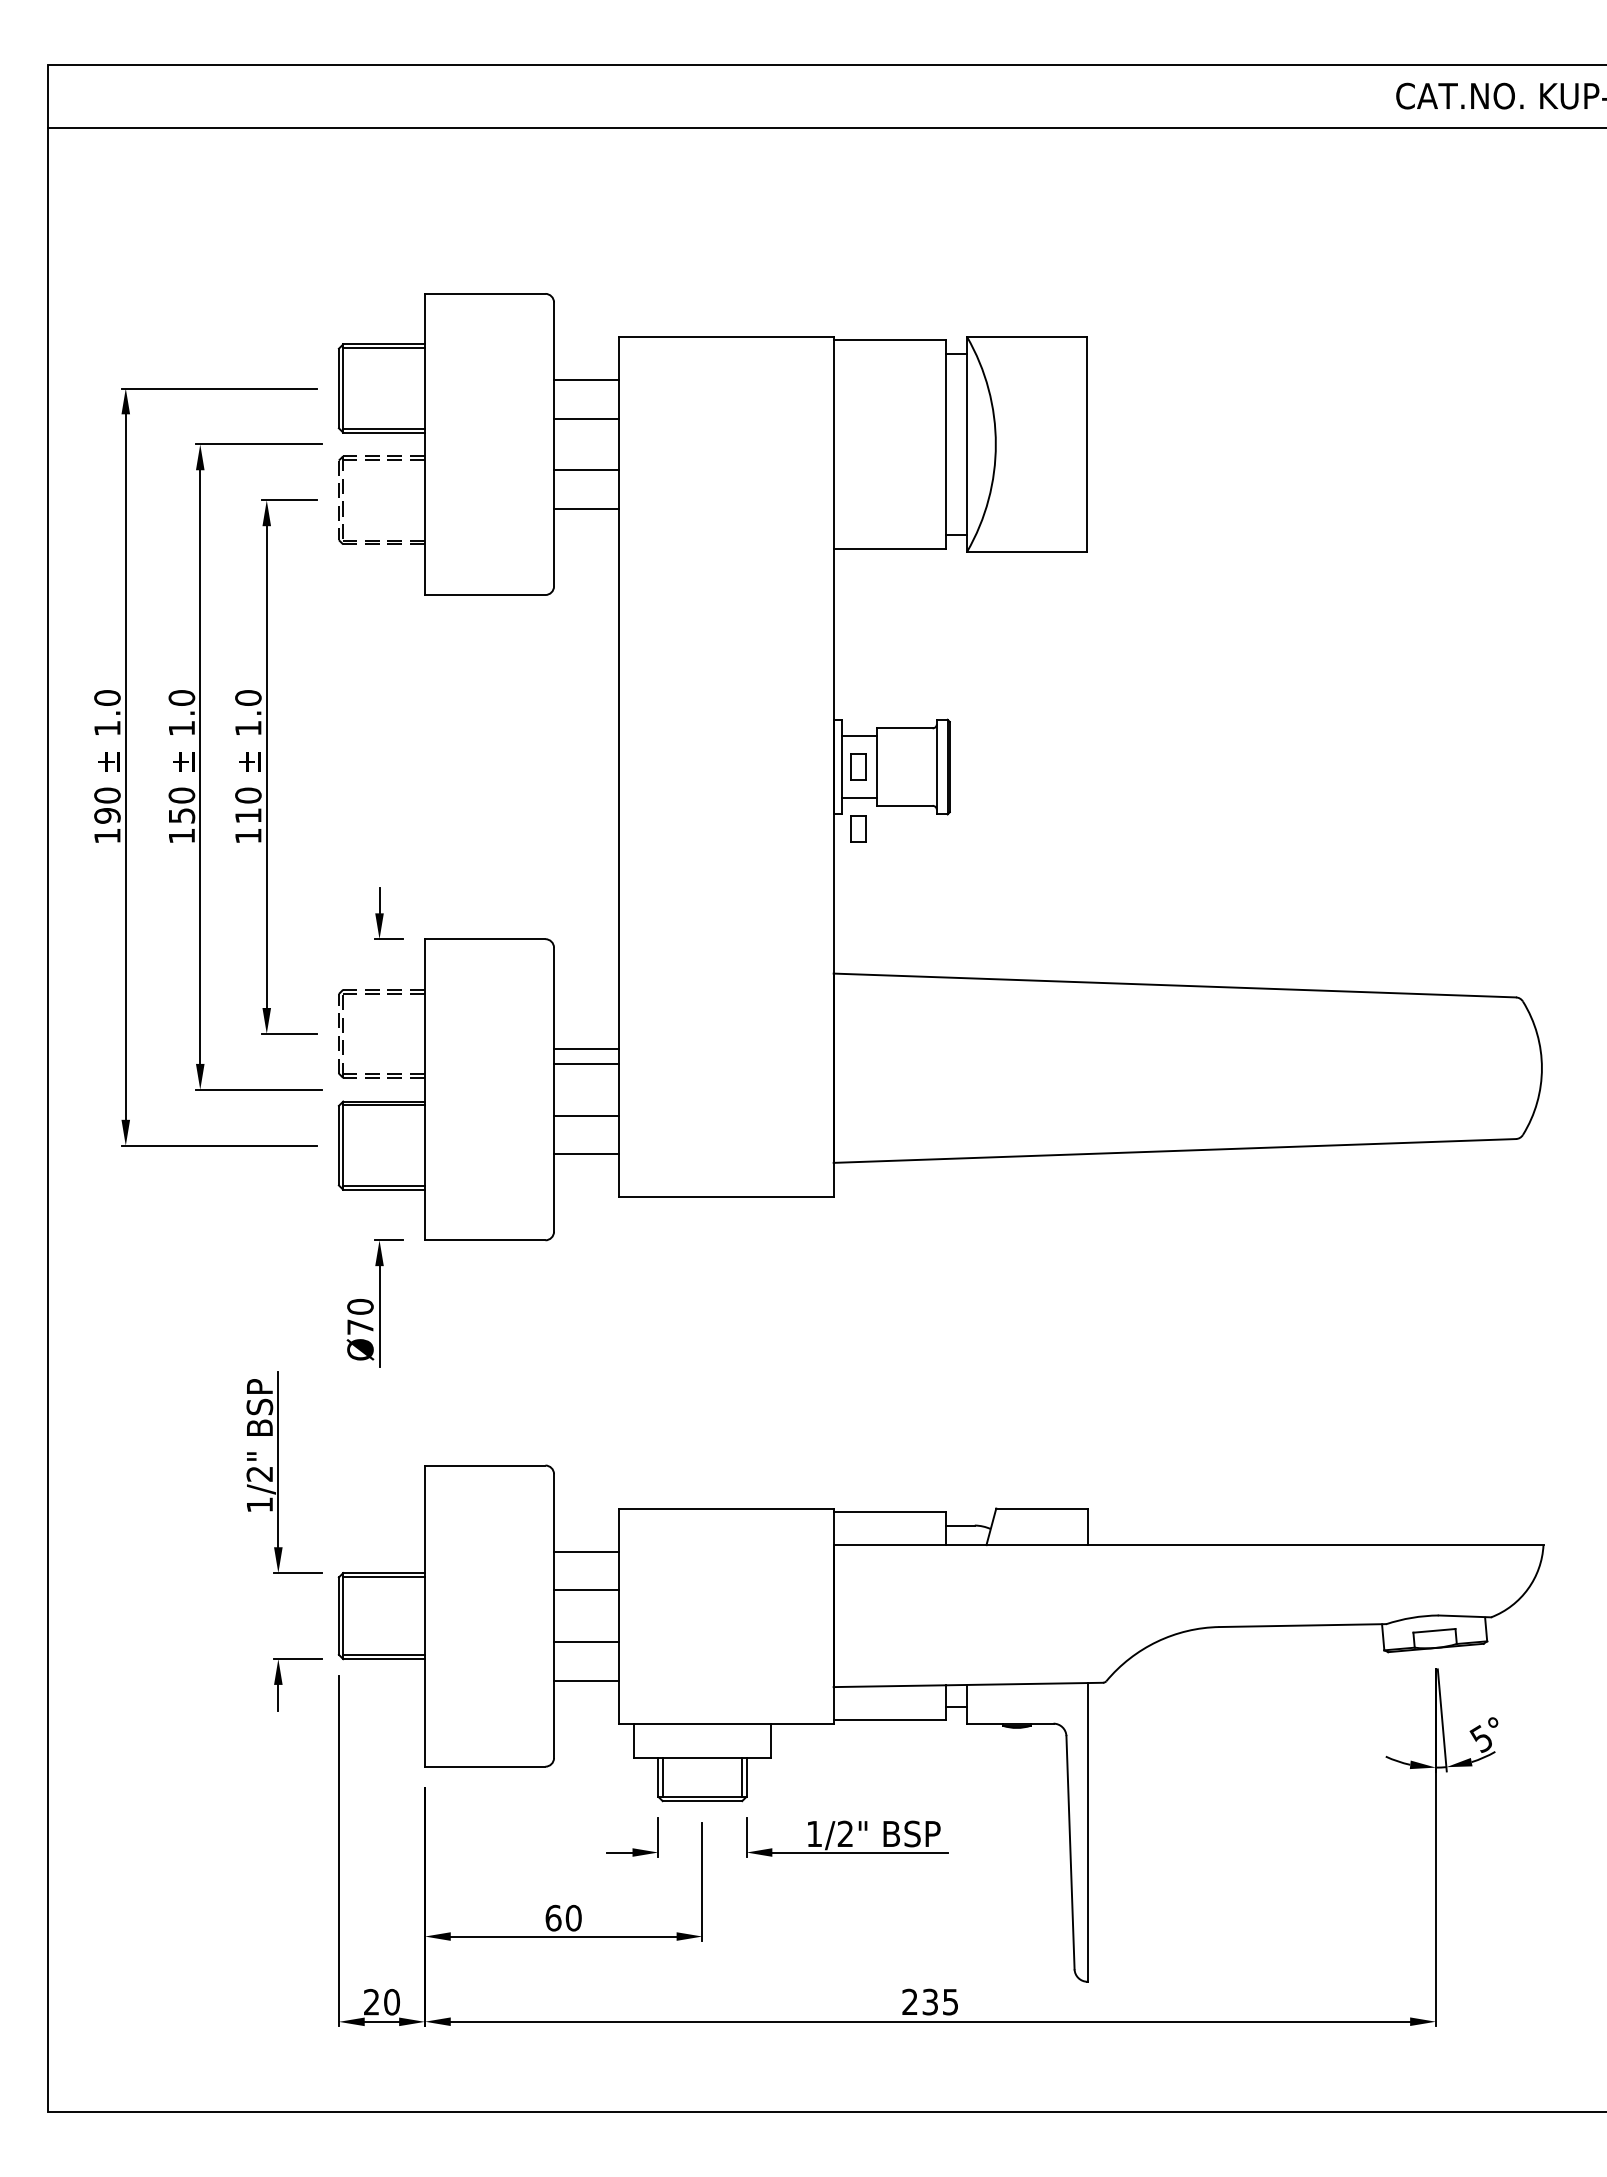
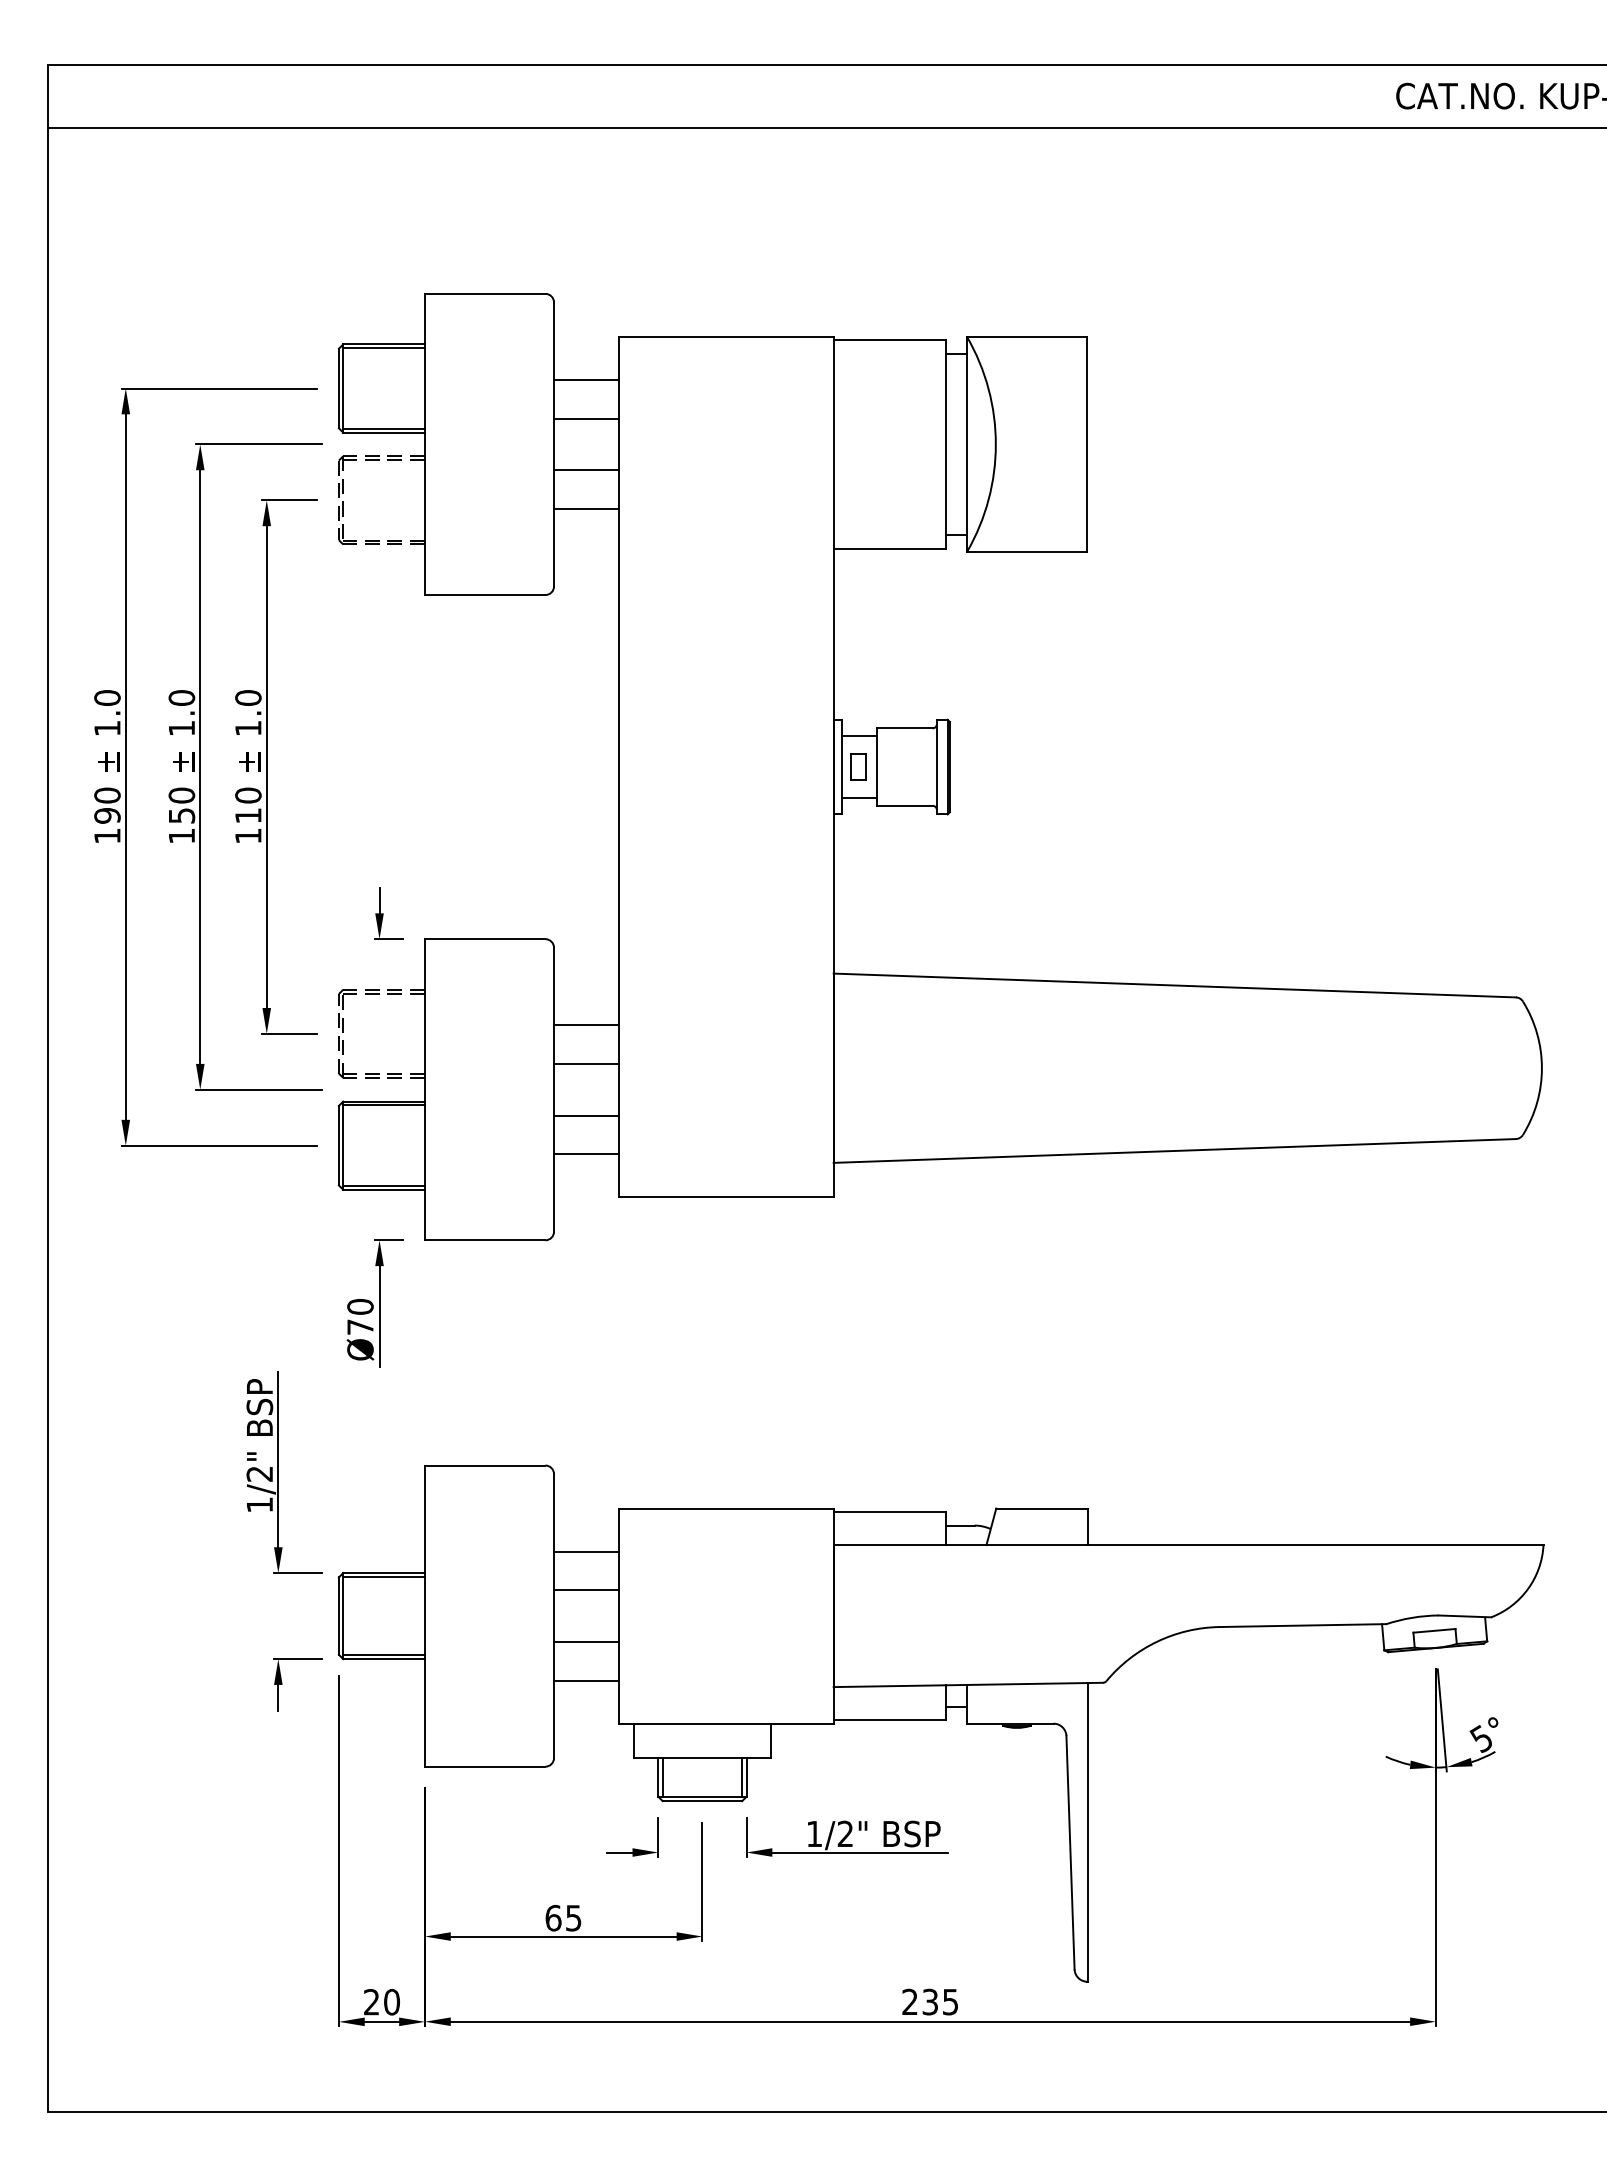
part at (858, 828): present -> none
line at (586, 1049) position: (586, 1049) -> (586, 1025)
text at (573, 1917): 60 -> 65
